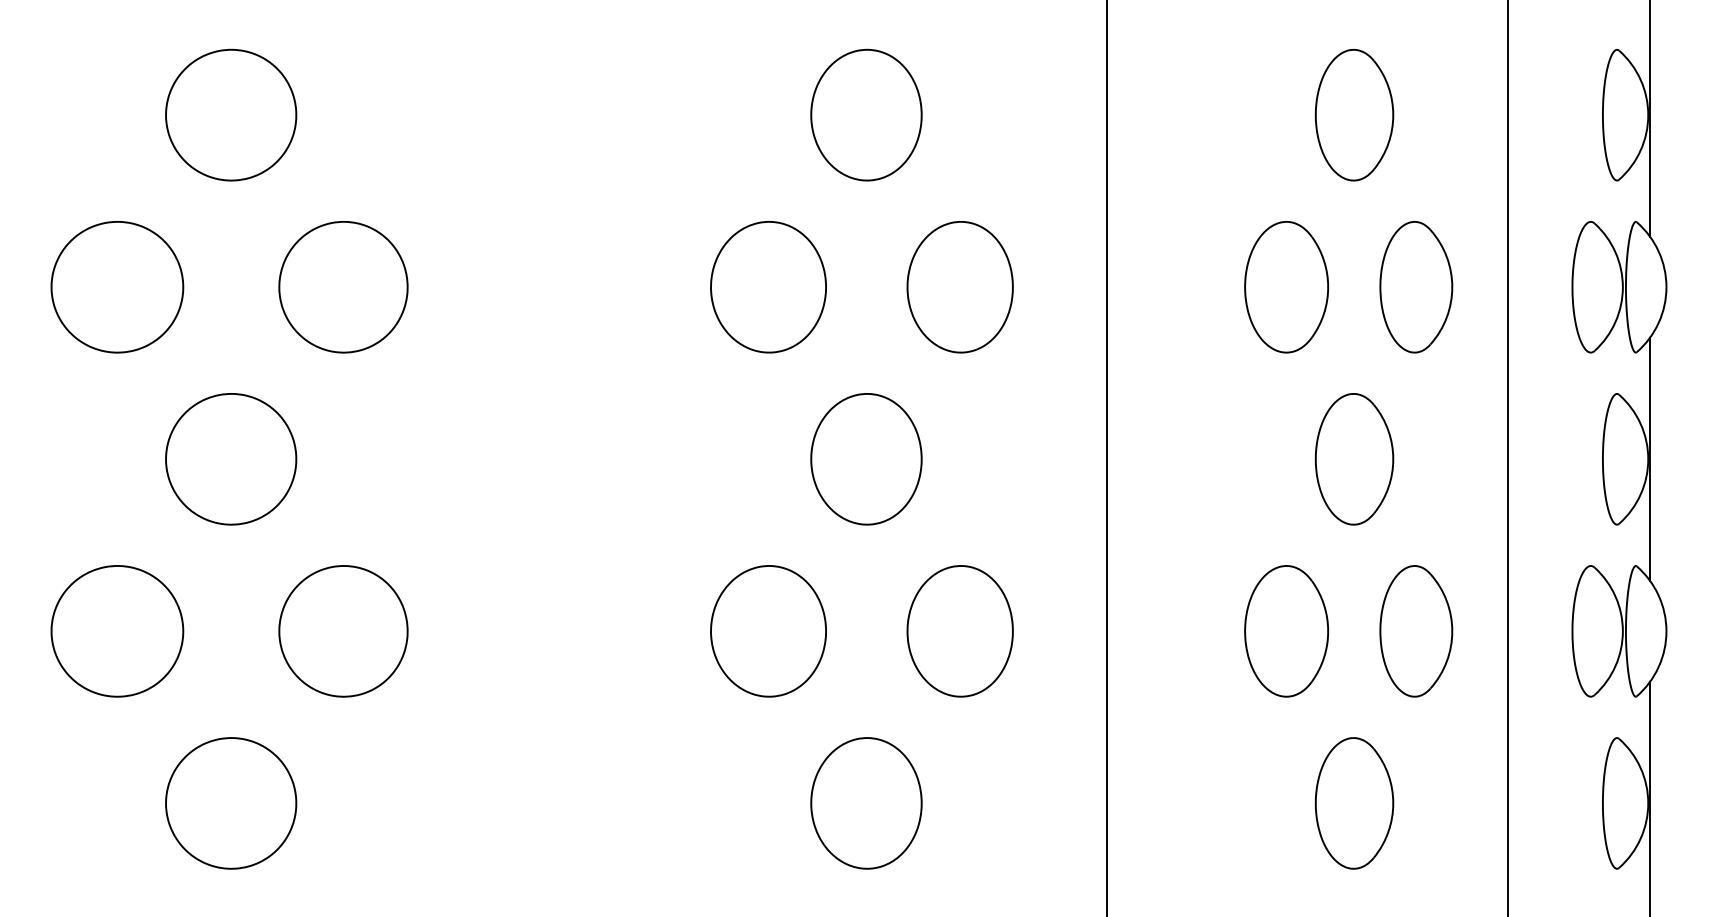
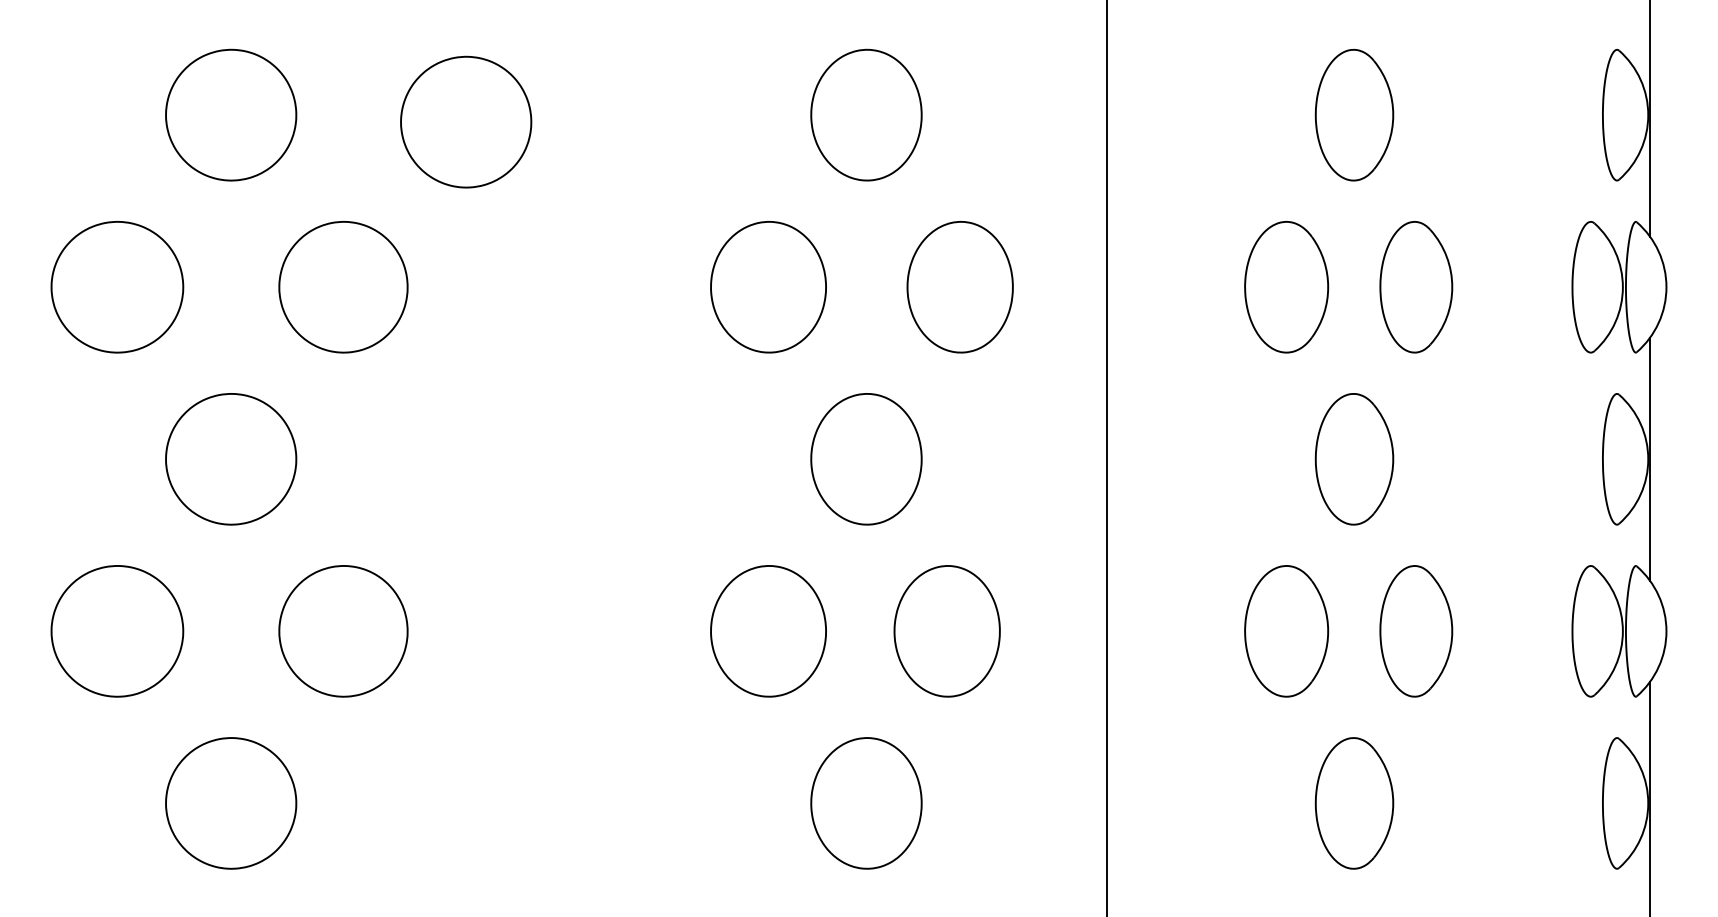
part at (466, 121): none -> present
line at (1507, 457): present -> none
part at (959, 631) position: (959, 631) -> (946, 631)
